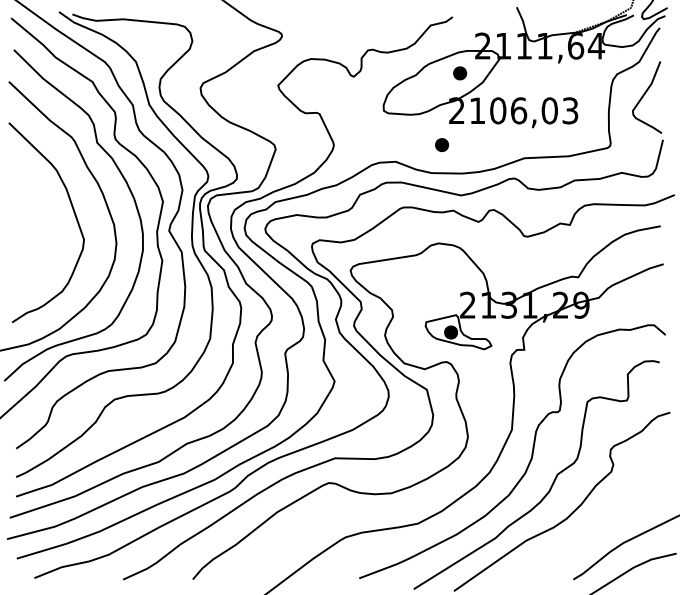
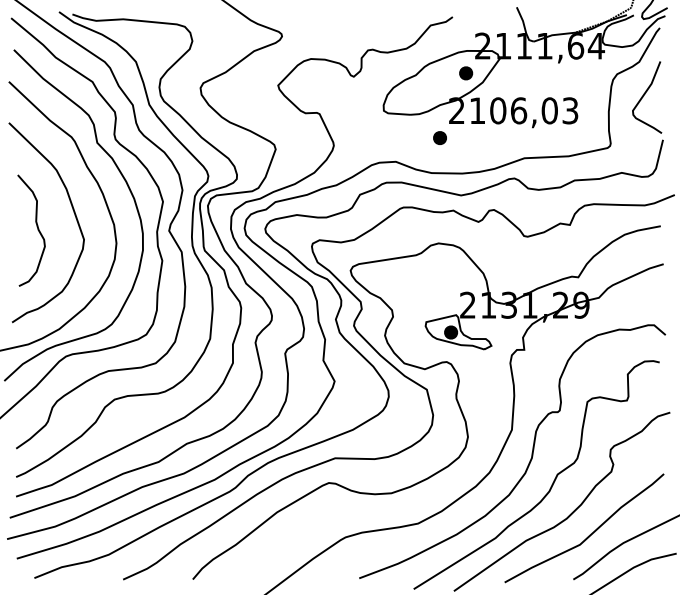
part at (460, 73) position: (460, 73) -> (466, 73)
part at (441, 144) position: (441, 144) -> (439, 137)
curve at (37, 230): none -> present
part at (590, 533): none -> present
